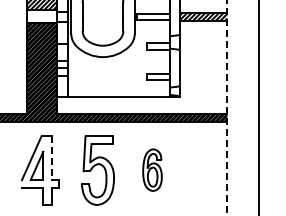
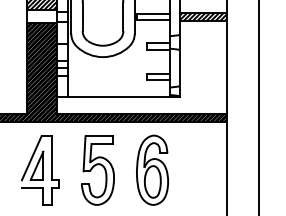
line at (227, 108): dashed -> solid
line at (52, 158): dashed -> solid
part at (152, 169) size: 21x44 px -> 33x72 px
